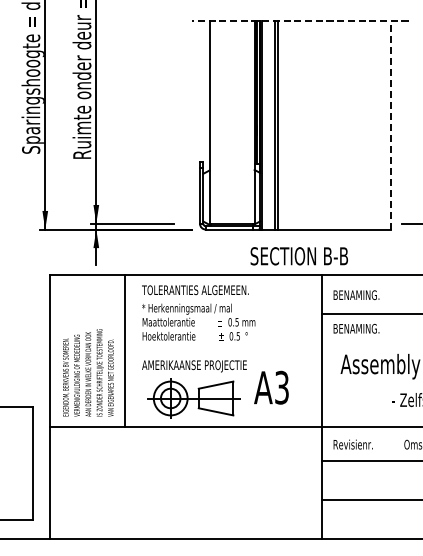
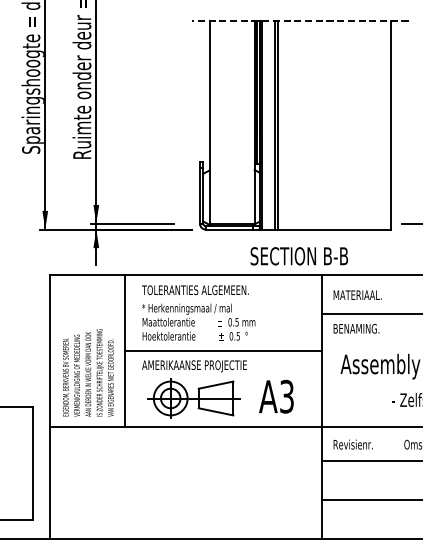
line at (390, 125): dashed -> solid
text at (357, 295): BENAMING. -> MATERIAAL.
line at (222, 350): none -> present
text at (271, 387) position: (271, 387) -> (276, 396)
